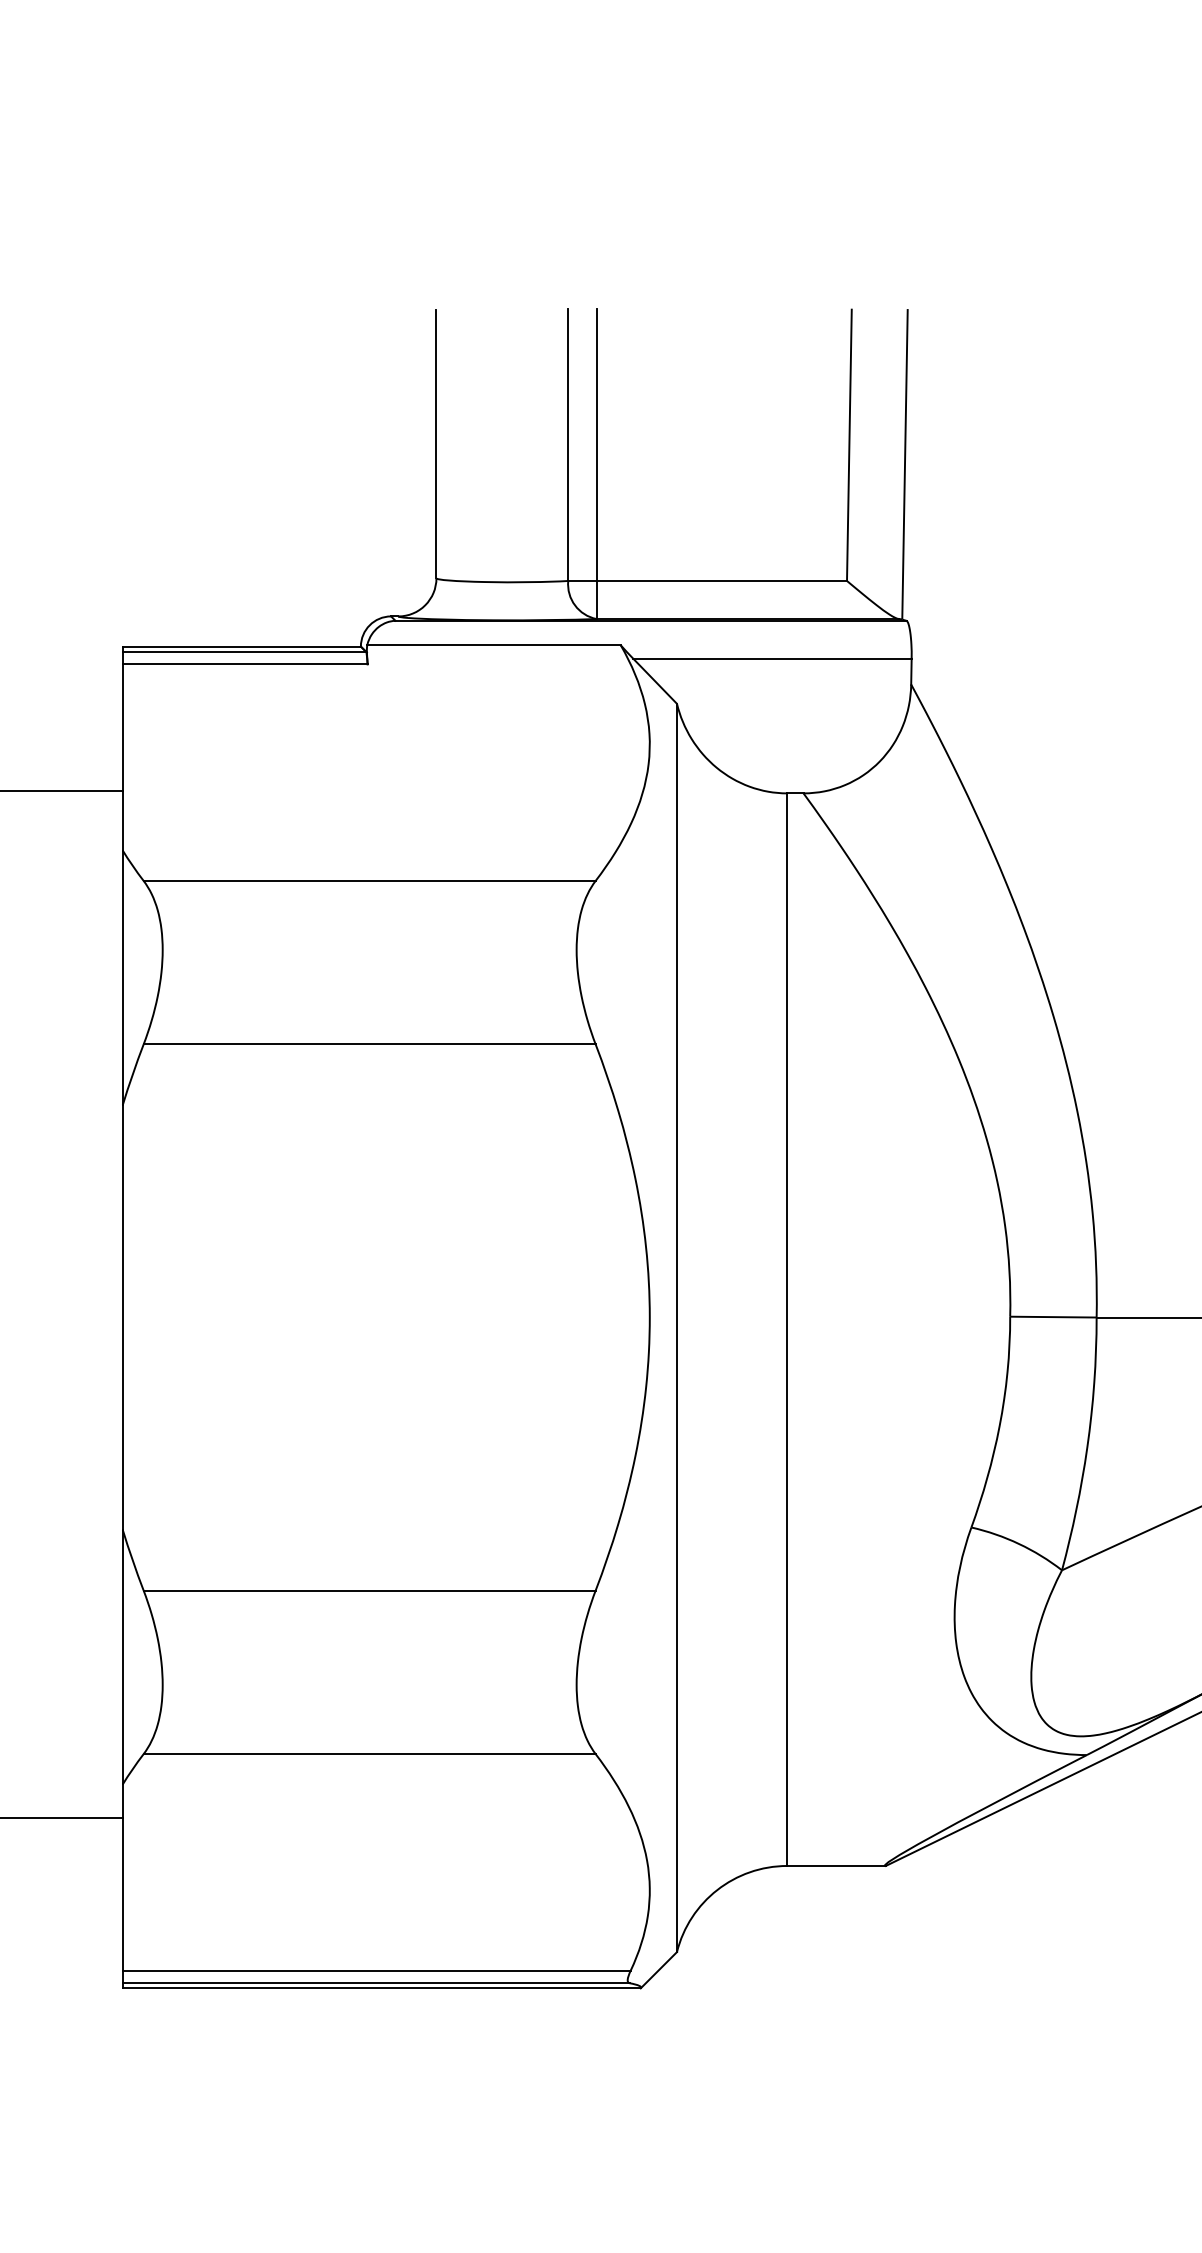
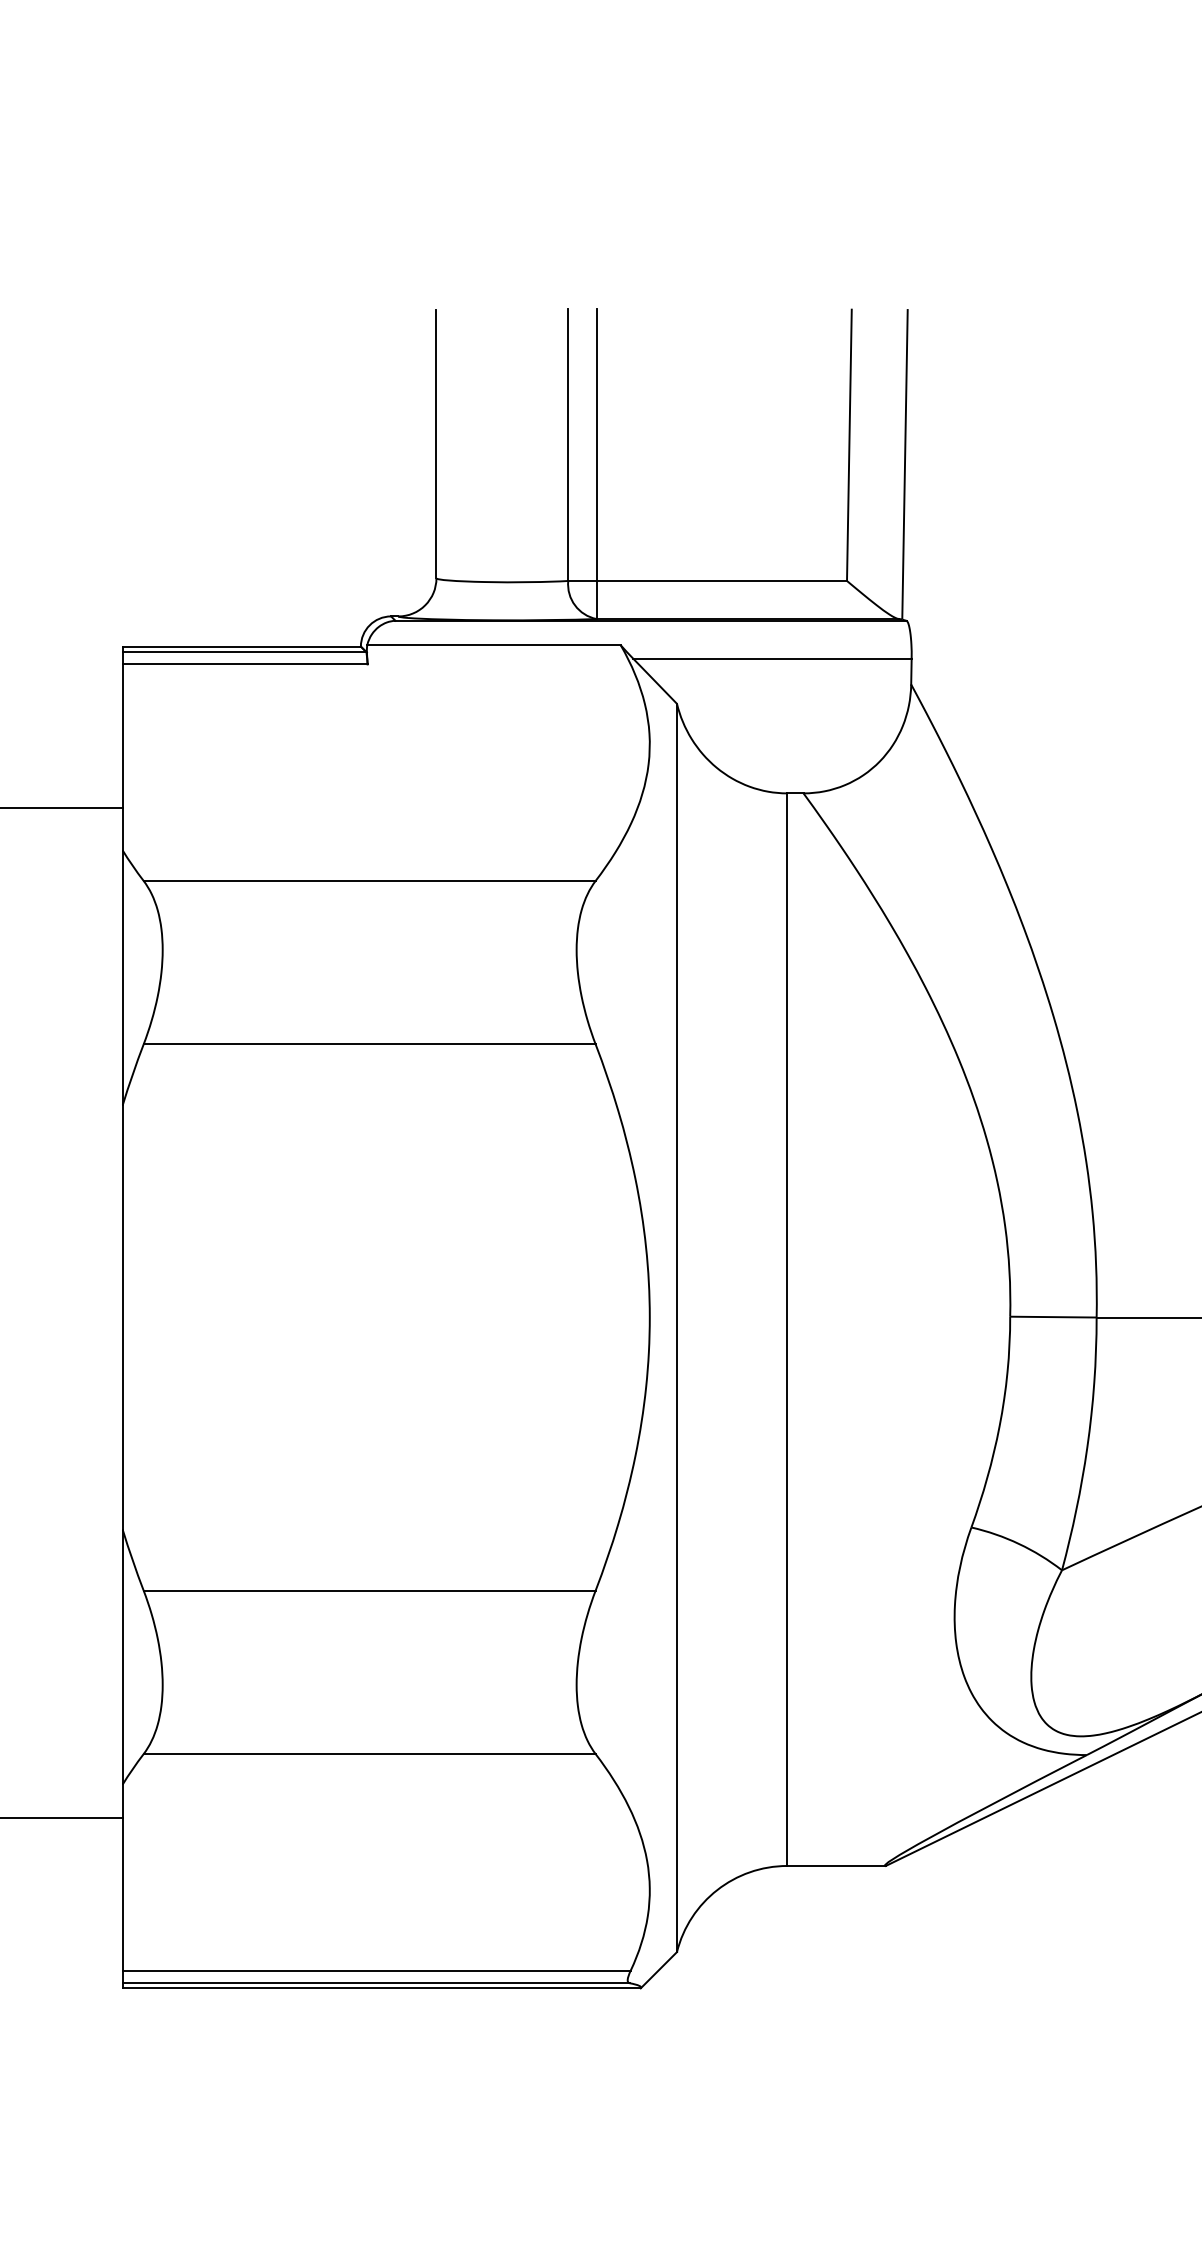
line at (62, 791) position: (62, 791) -> (62, 808)
